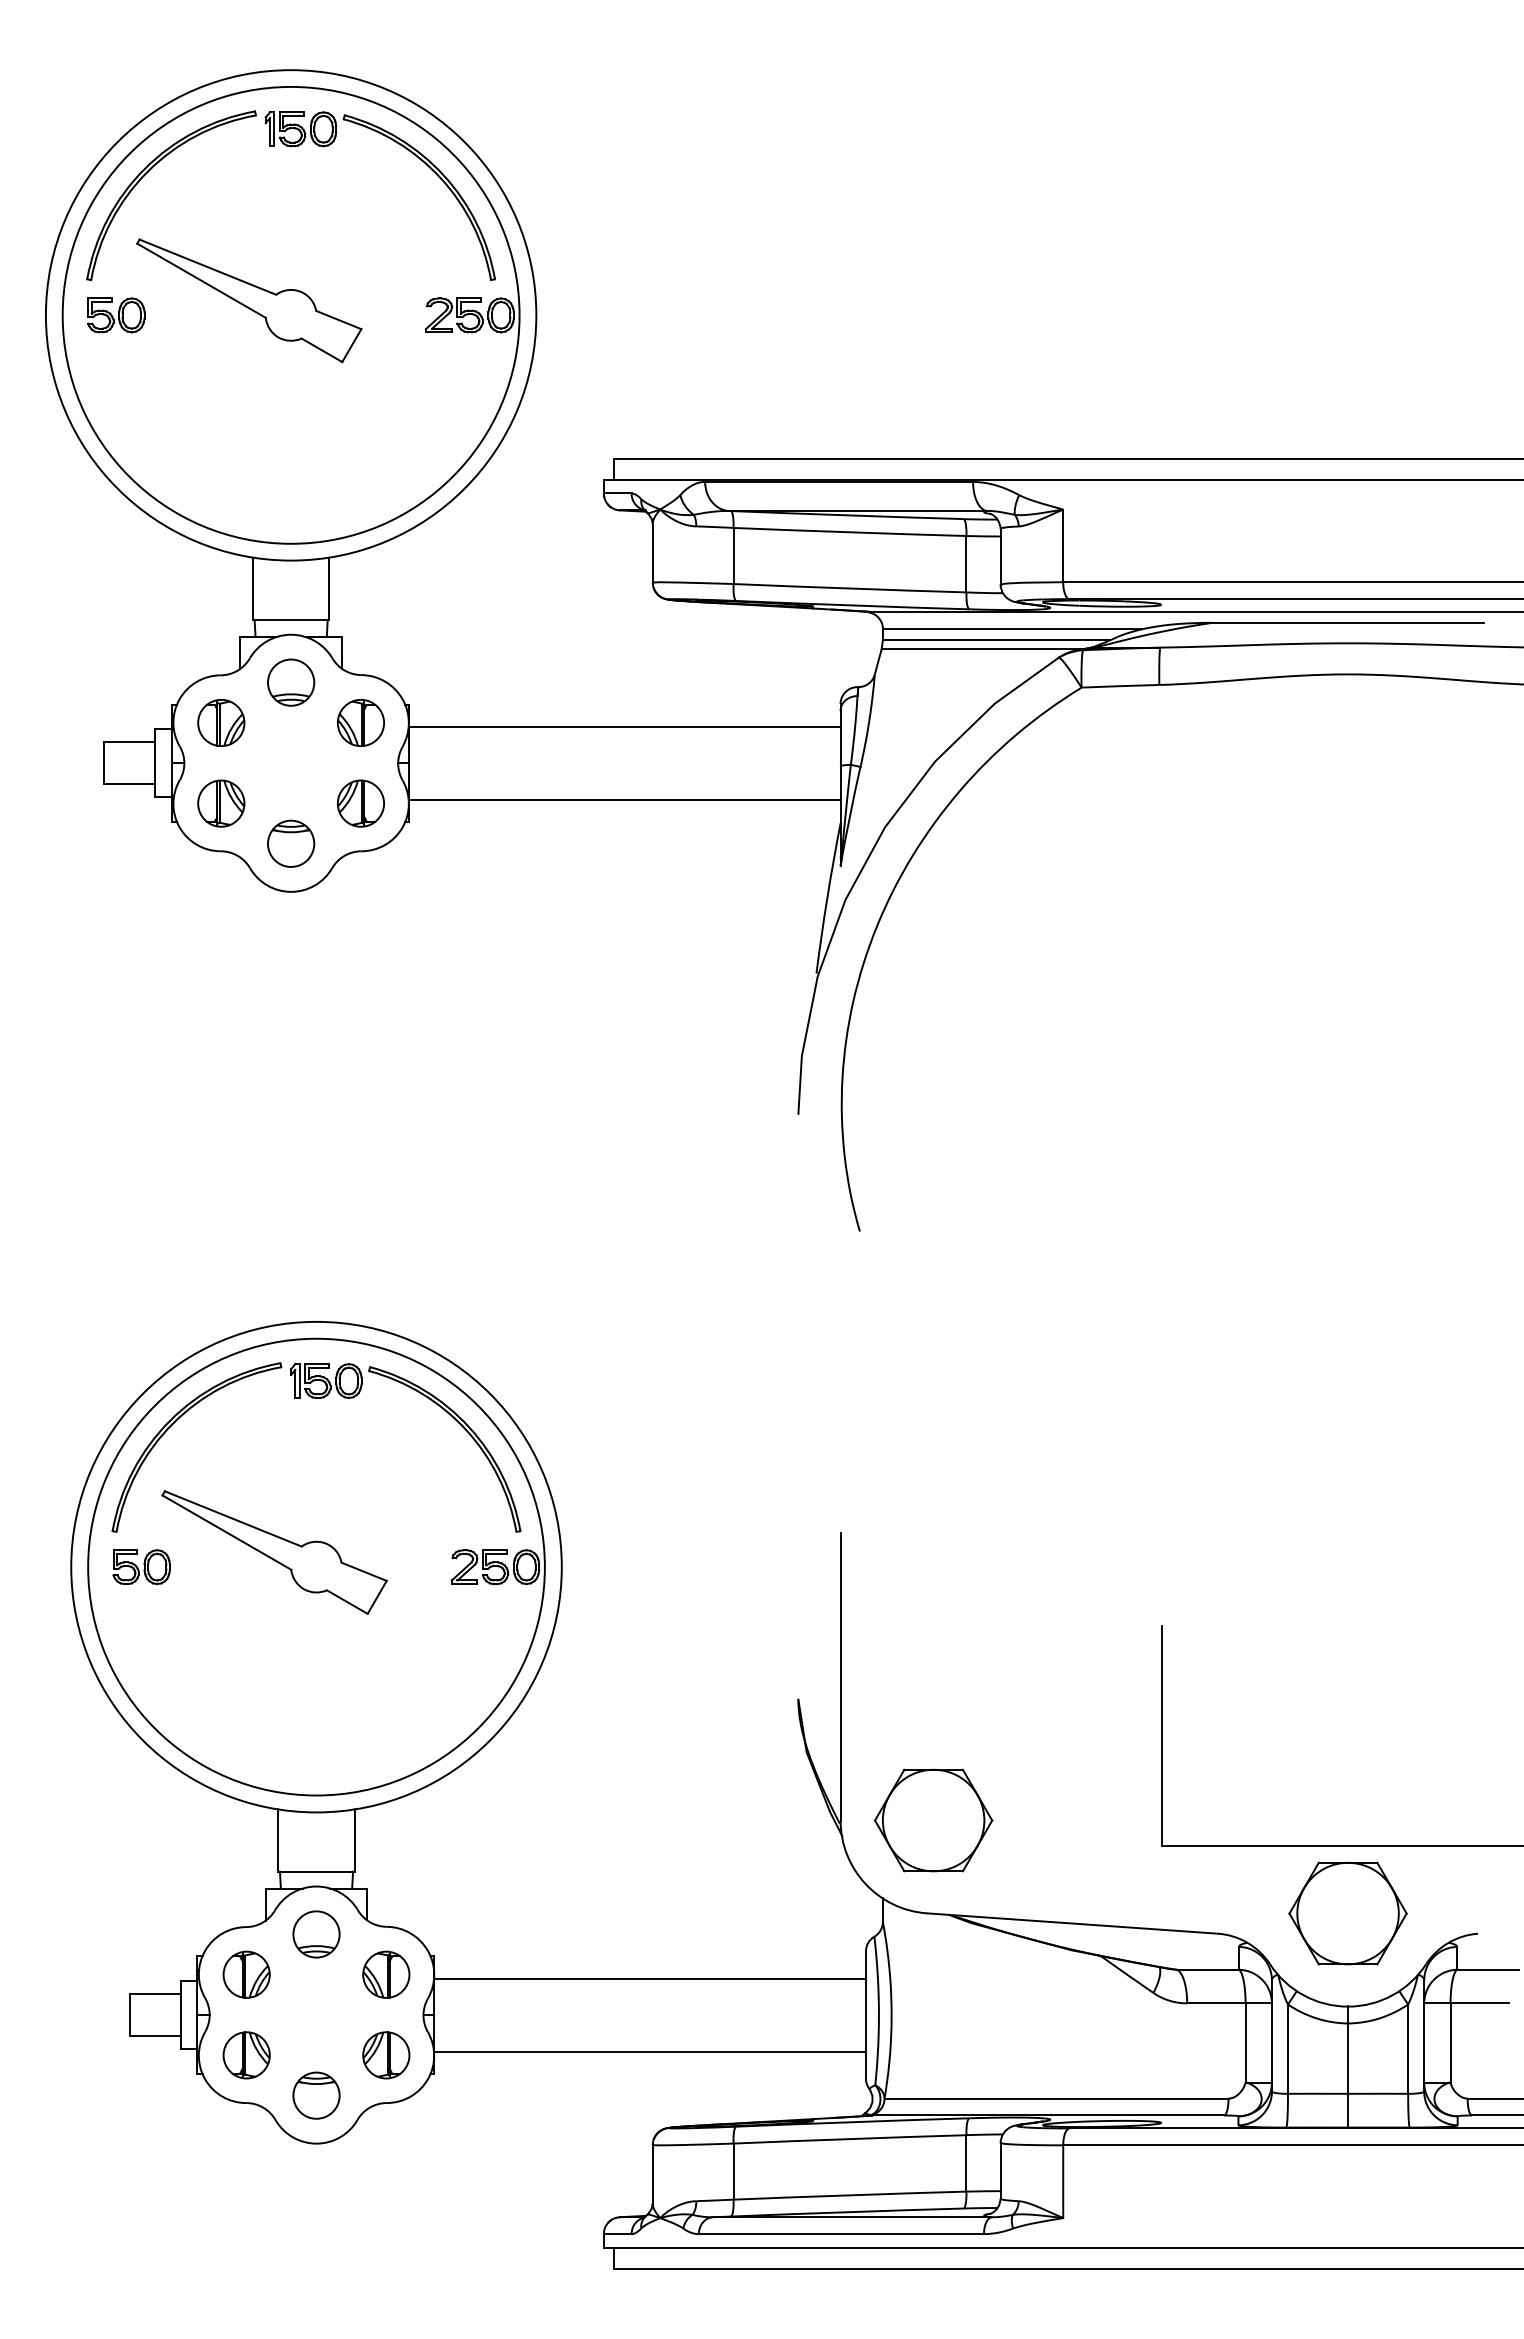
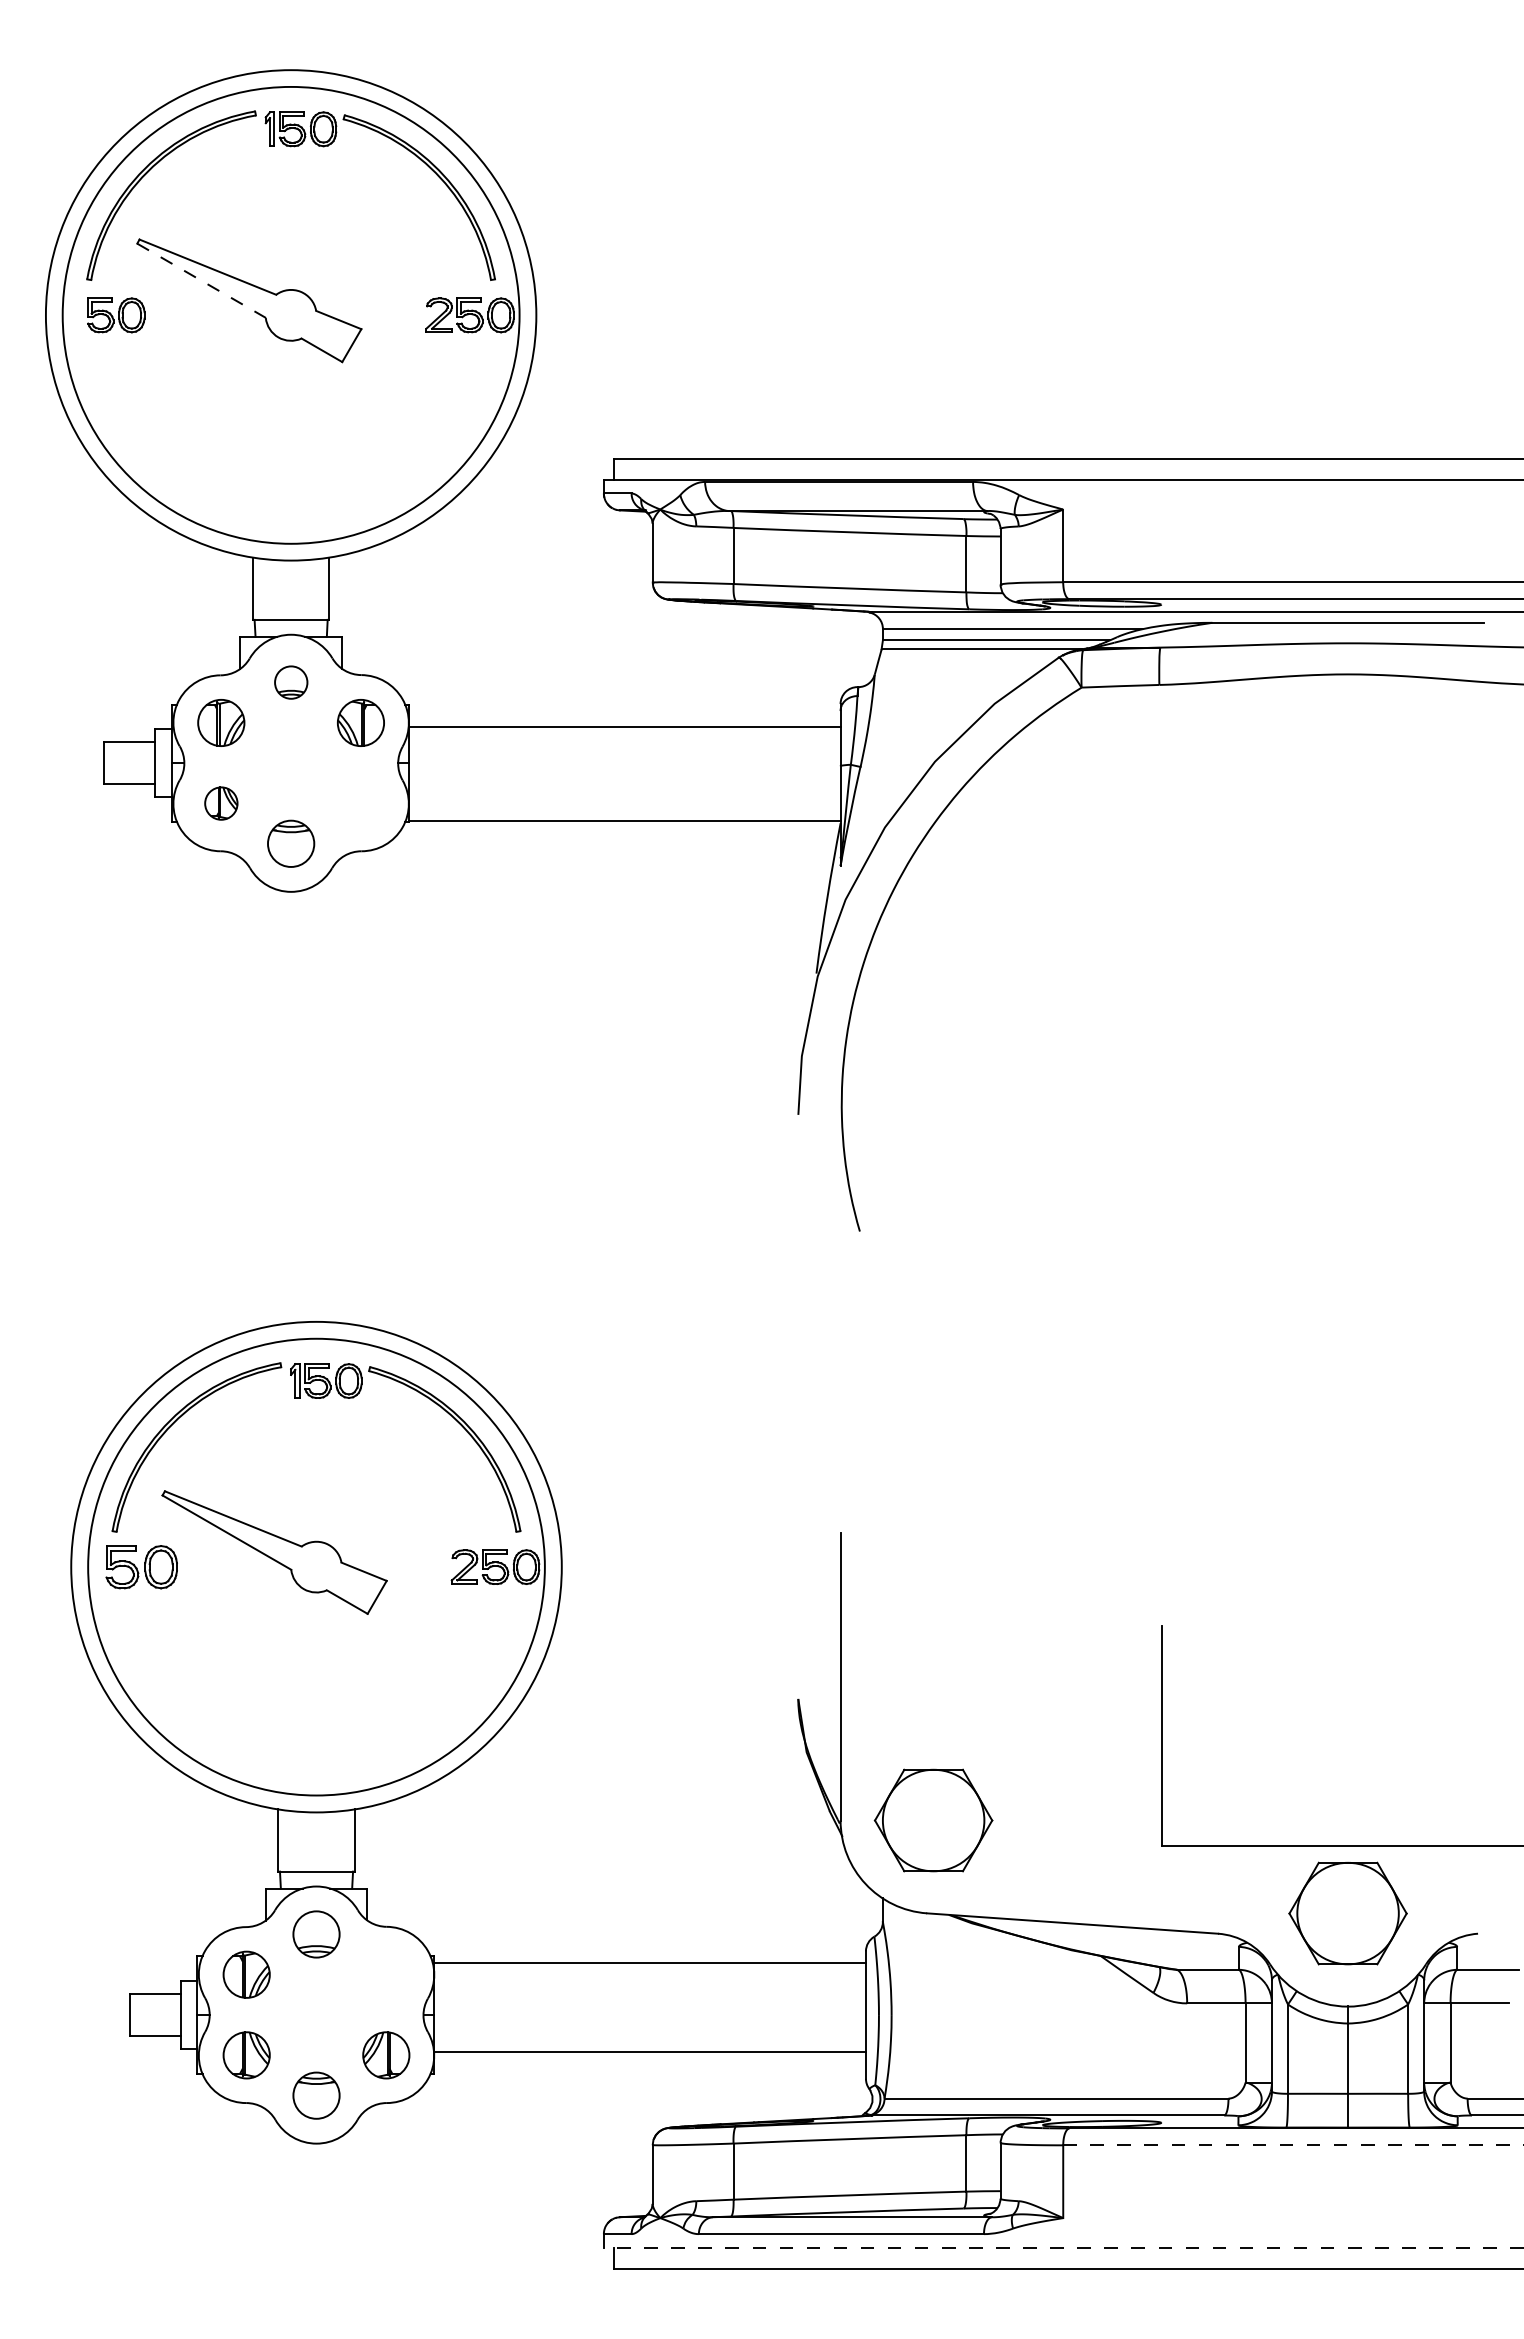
line at (202, 281): solid -> dashed
part at (291, 682) size: 49x49 px -> 35x35 px
line at (624, 799) position: (624, 799) -> (624, 820)
part at (221, 803) size: 49x49 px -> 35x35 px
part at (360, 803): present -> none
part at (141, 1566) size: 59x36 px -> 73x45 px
part at (386, 1974): present -> none
line at (649, 1978) position: (649, 1978) -> (649, 1962)
line at (1294, 2145): solid -> dashed
line at (1063, 2247): solid -> dashed
